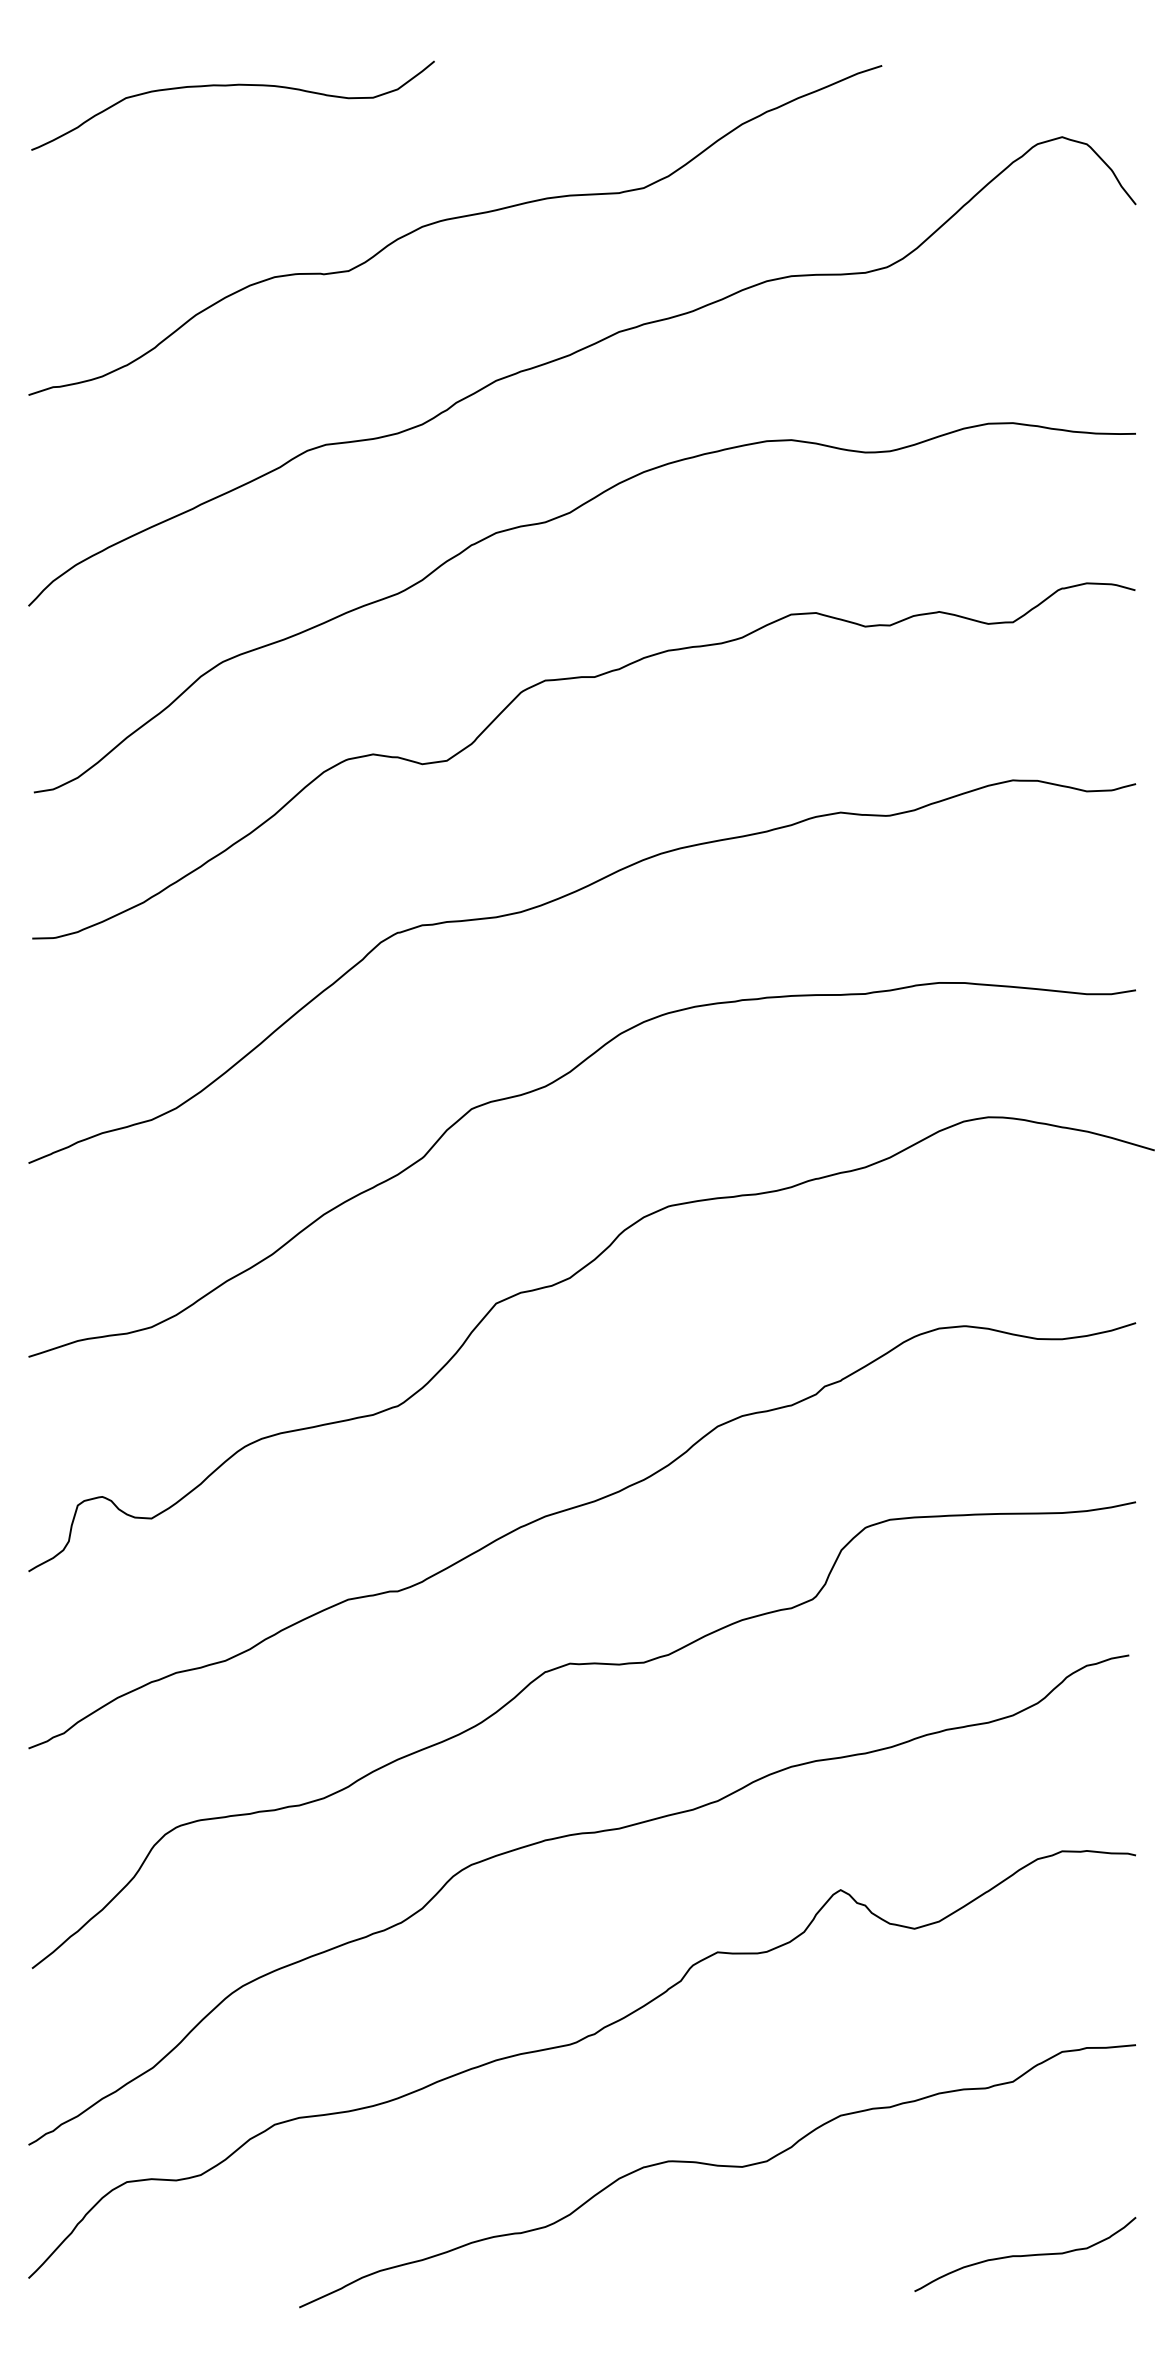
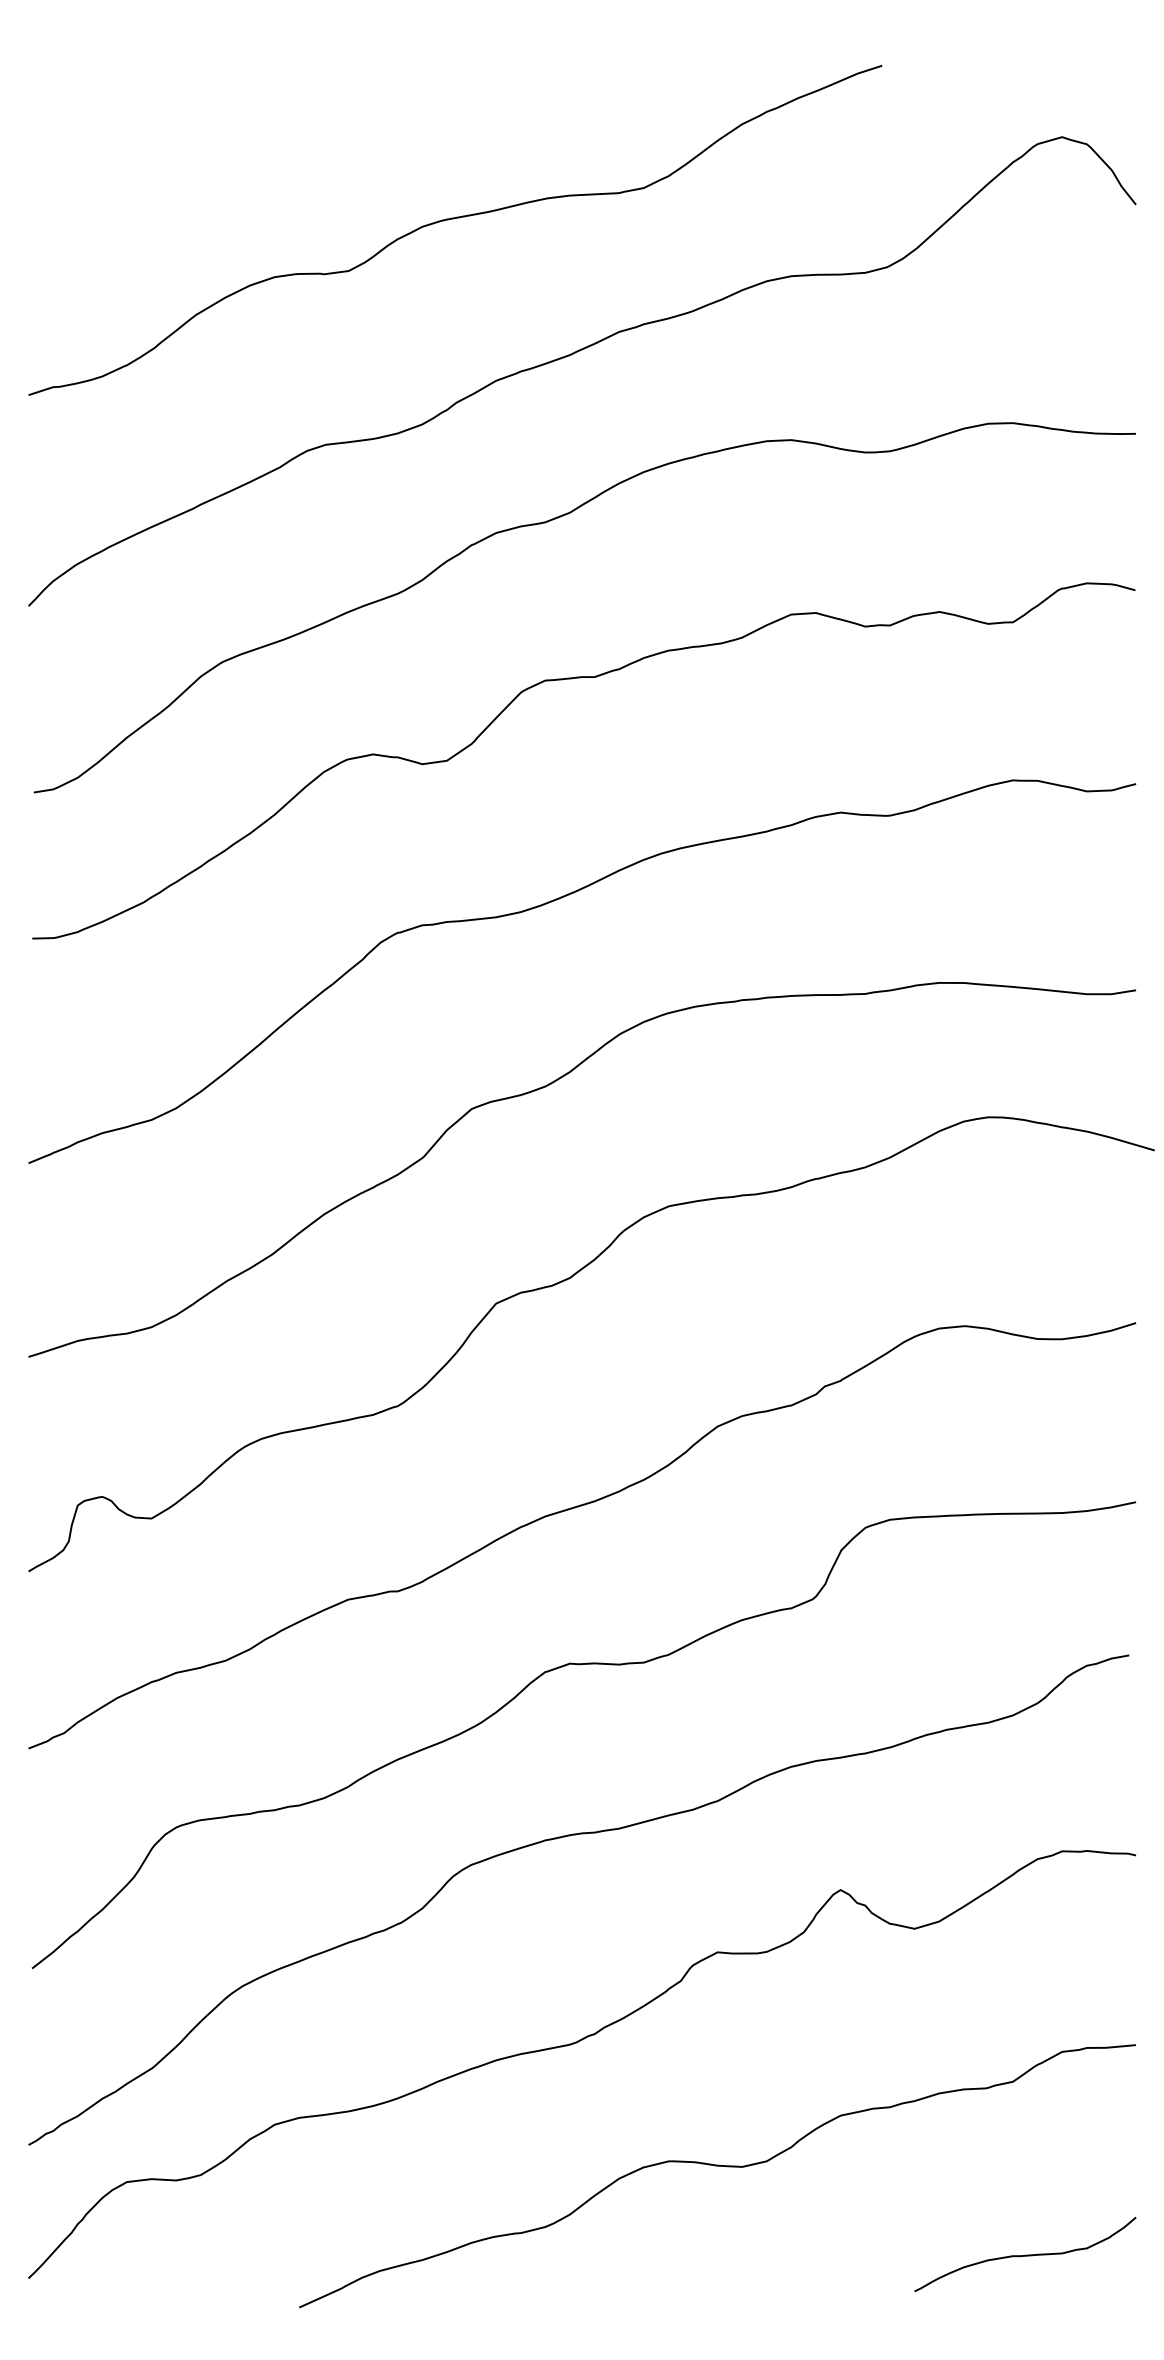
curve at (231, 86): present -> none
